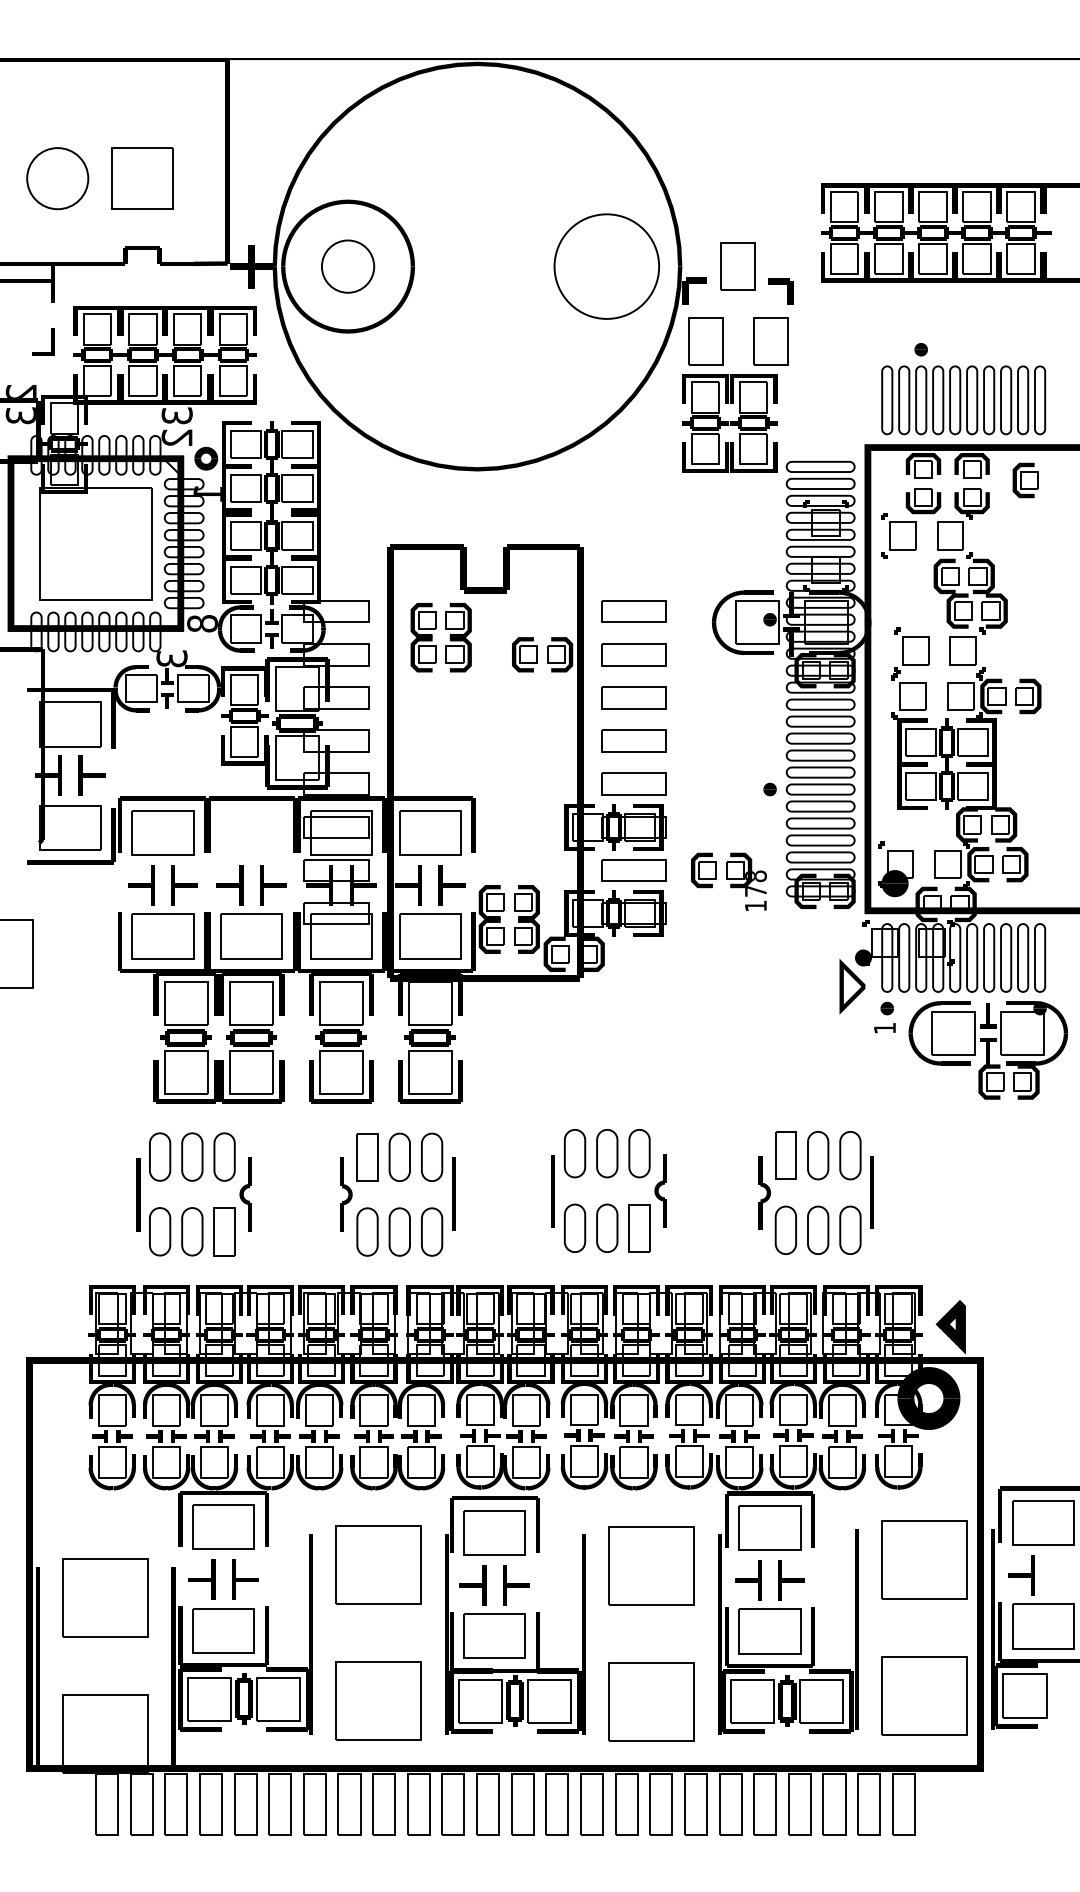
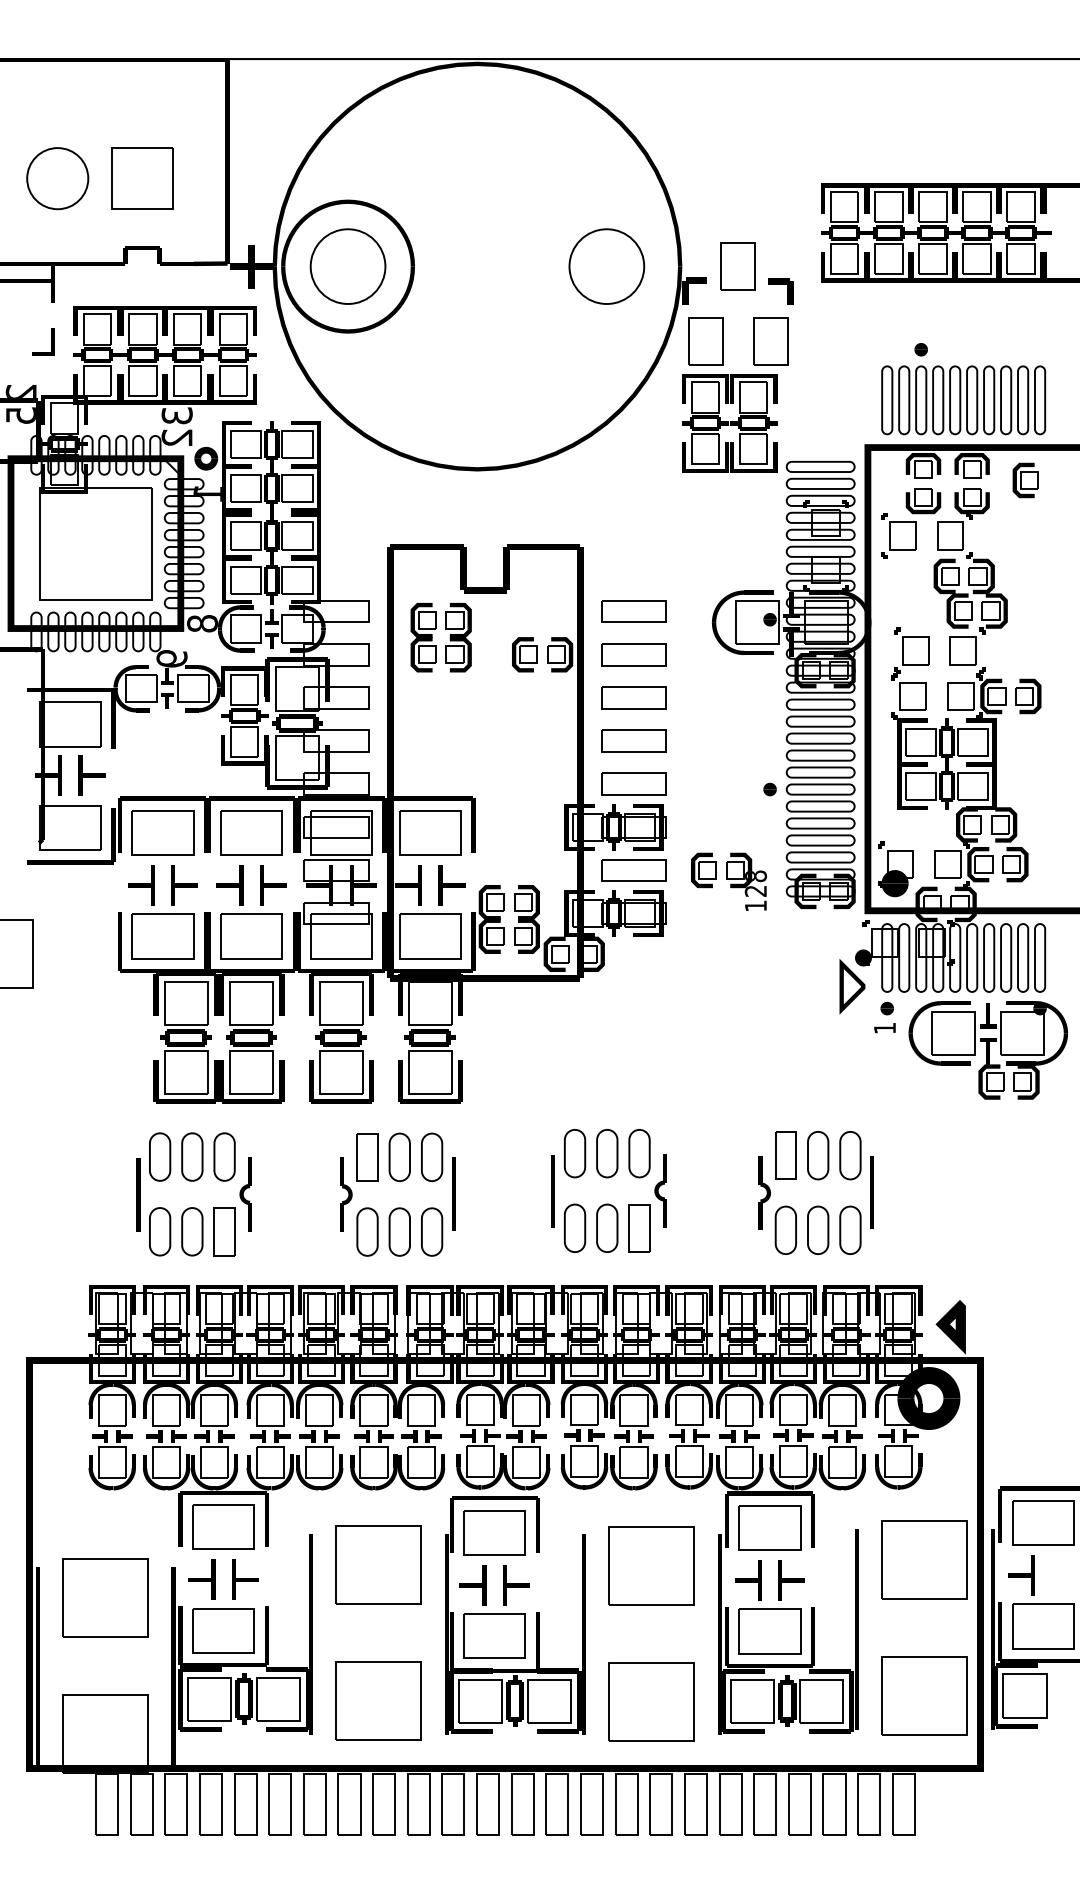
circle at (347, 266) diameter: 52 px -> 75 px
circle at (606, 266) diameter: 105 px -> 75 px
text at (20, 416): 23 -> 25
text at (171, 658): 3 -> 9
part at (251, 832): none -> present
text at (755, 891): 178 -> 128
